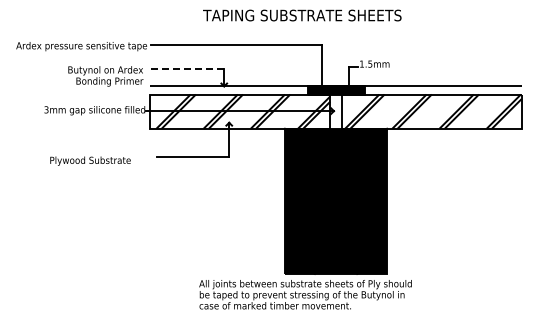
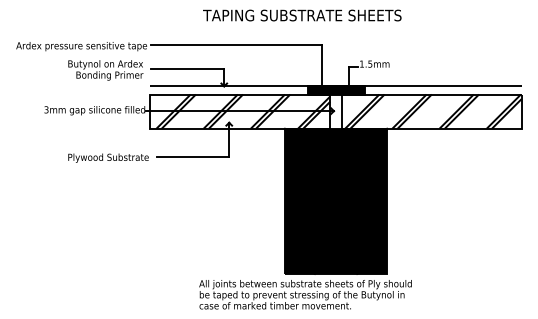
line at (187, 68): dashed -> solid
text at (105, 76) position: (105, 76) -> (105, 70)
text at (90, 160) position: (90, 160) -> (108, 157)
